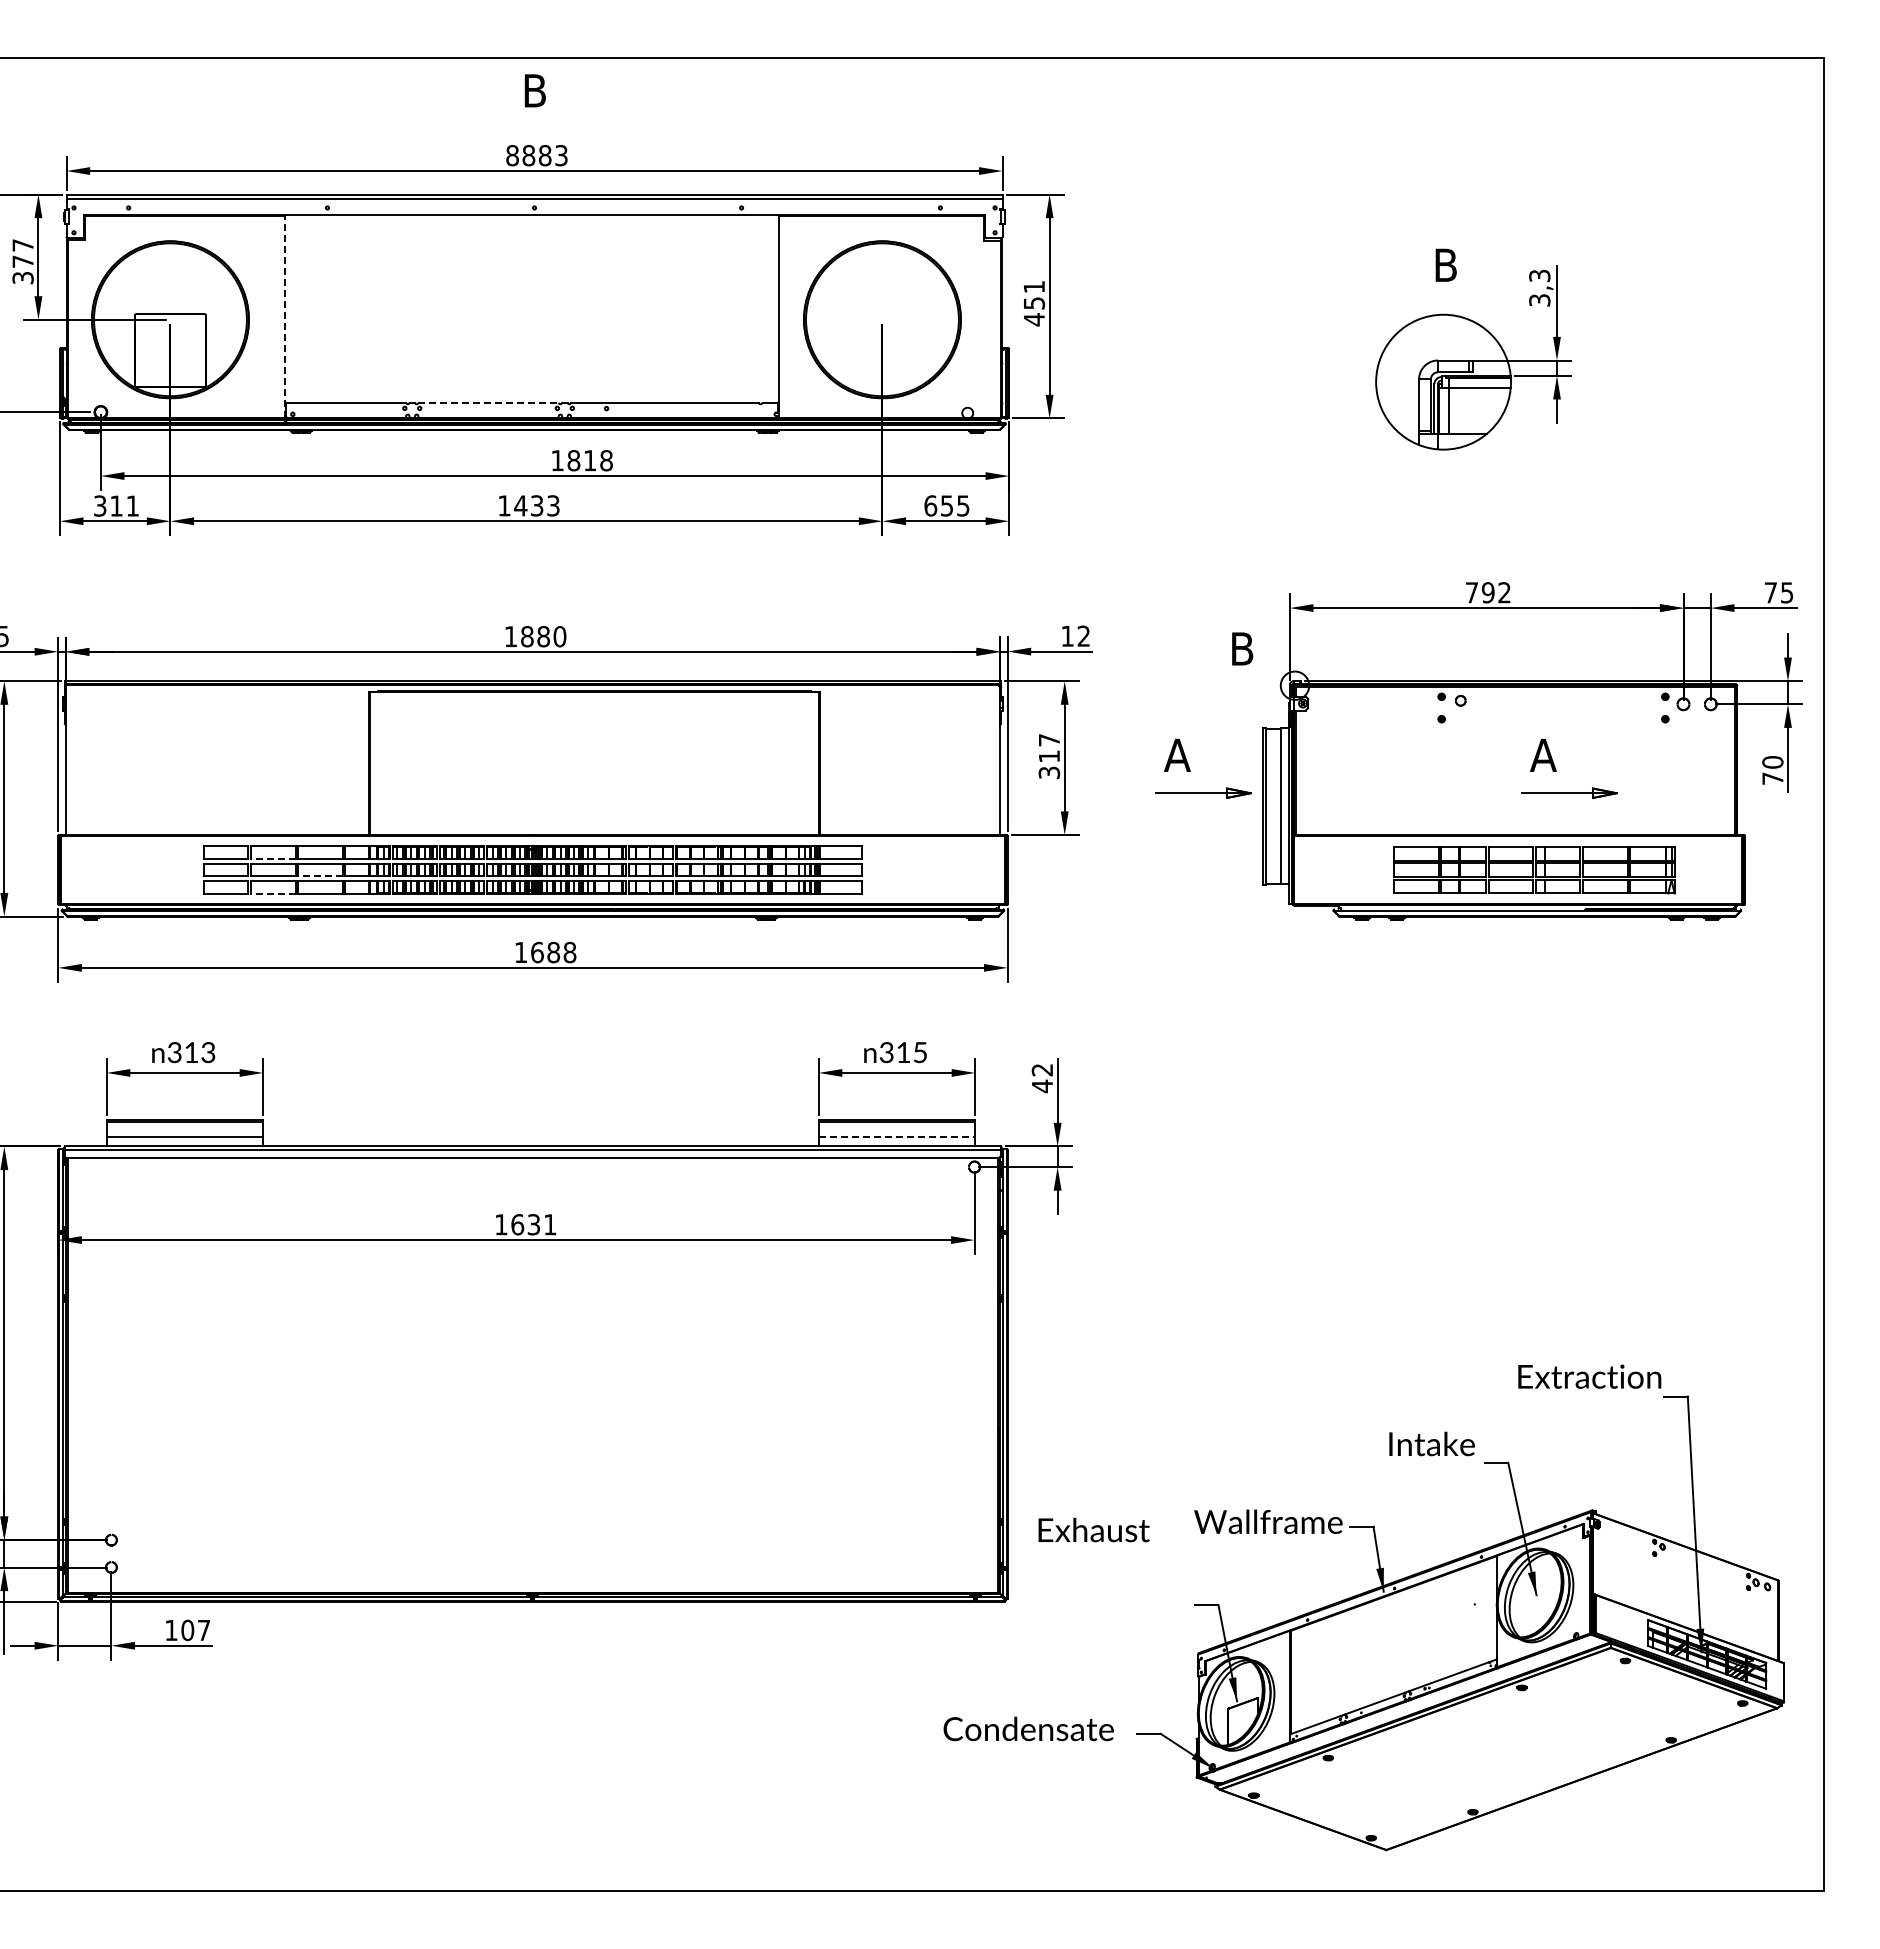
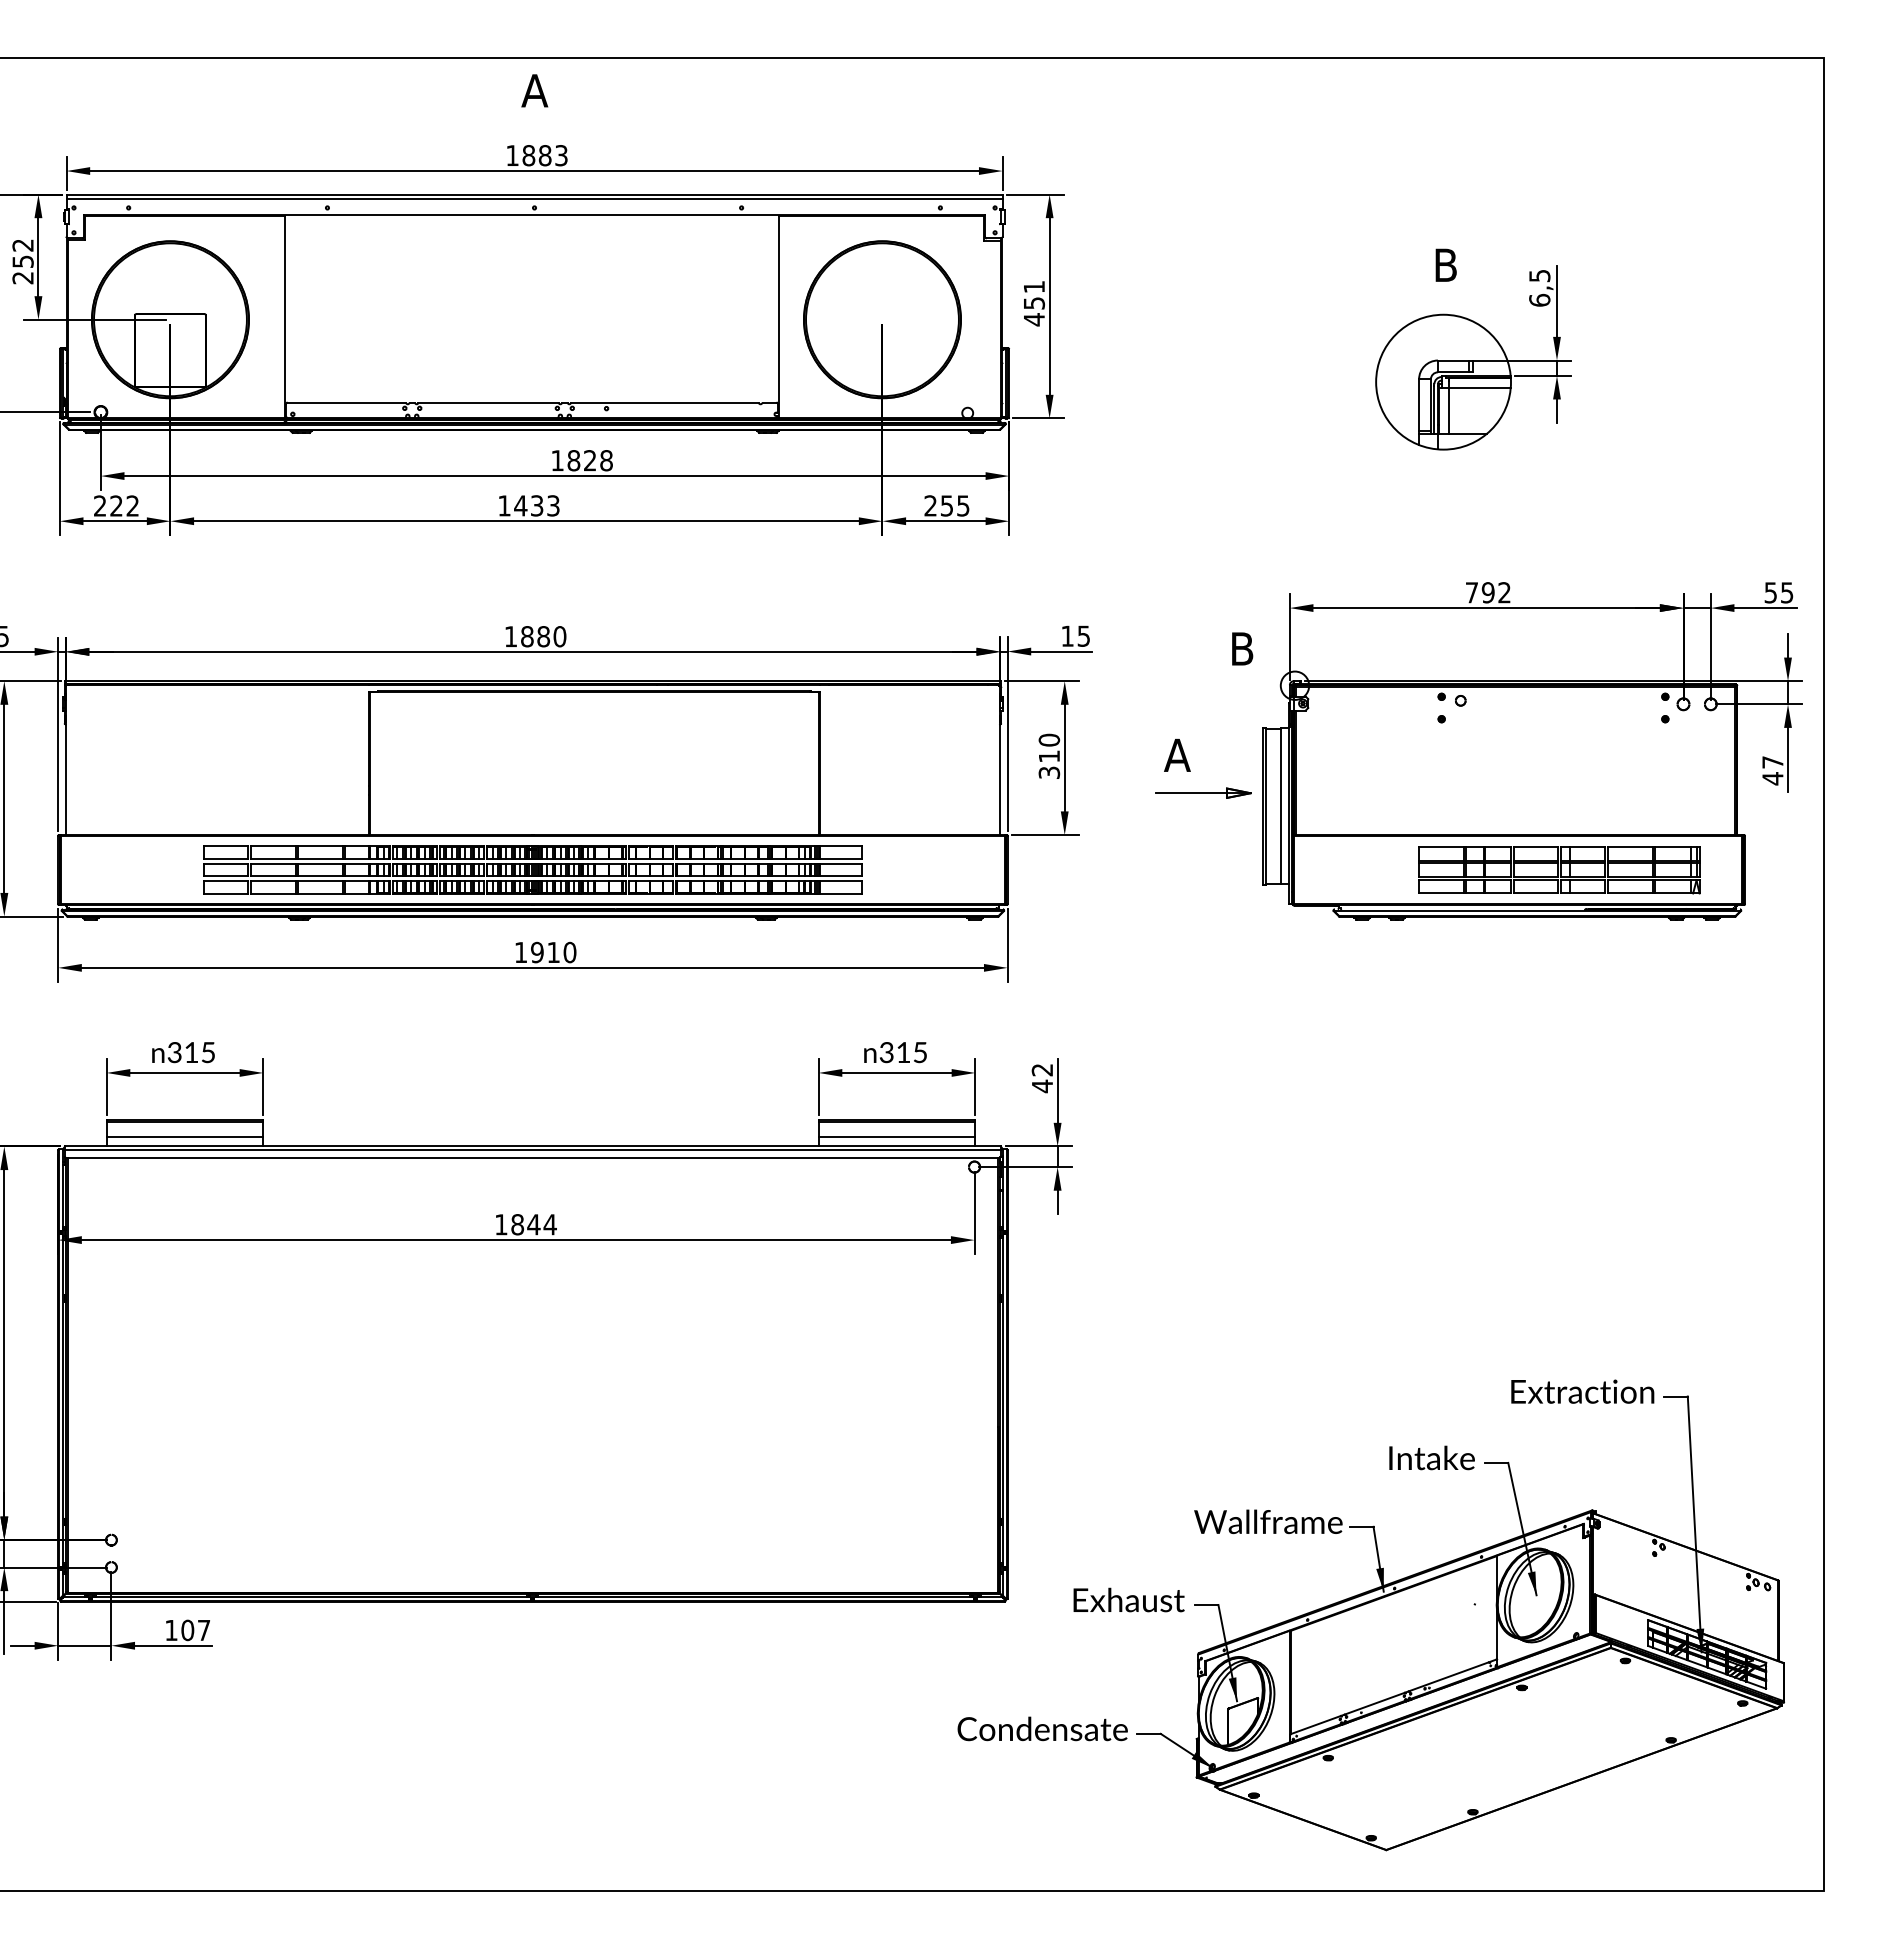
text at (534, 90): B -> A
text at (512, 155): 8883 -> 1883
text at (22, 261): 377 -> 252
text at (1539, 287): 3,3 -> 6,5
line at (285, 316): dashed -> solid
line at (489, 402): dashed -> solid
text at (590, 460): 1818 -> 1828
text at (116, 505): 311 -> 222
text at (930, 505): 655 -> 255
text at (1770, 592): 75 -> 55
text at (1083, 635): 12 -> 15
text at (1049, 739): 317 -> 310
part at (1556, 769): present -> none
text at (1772, 770): 70 -> 47
line at (272, 858): dashed -> solid
part at (1534, 870) position: (1534, 870) -> (1559, 870)
line at (319, 876): dashed -> solid
line at (272, 893): dashed -> solid
text at (553, 952): 1688 -> 1910
text at (208, 1052): 313 -> 315
line at (897, 1137): dashed -> solid
text at (533, 1224): 1631 -> 1844
text at (1589, 1376) position: (1589, 1376) -> (1582, 1391)
text at (1431, 1443) position: (1431, 1443) -> (1431, 1457)
text at (1093, 1529) position: (1093, 1529) -> (1128, 1599)
text at (1028, 1728) position: (1028, 1728) -> (1042, 1728)
